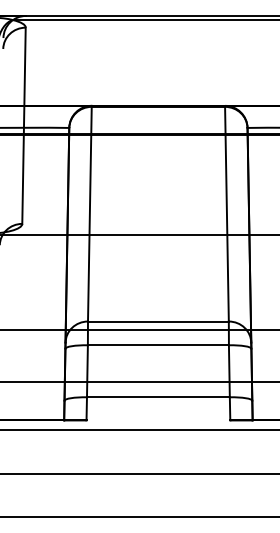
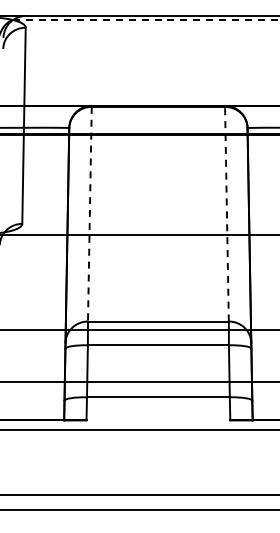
line at (146, 20): solid -> dashed
line at (226, 213): solid -> dashed
line at (89, 214): solid -> dashed
line at (139, 473) position: (139, 473) -> (139, 494)
line at (139, 517) position: (139, 517) -> (139, 510)
